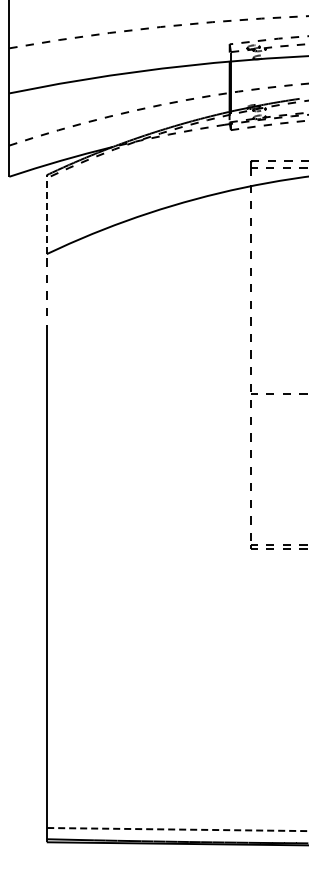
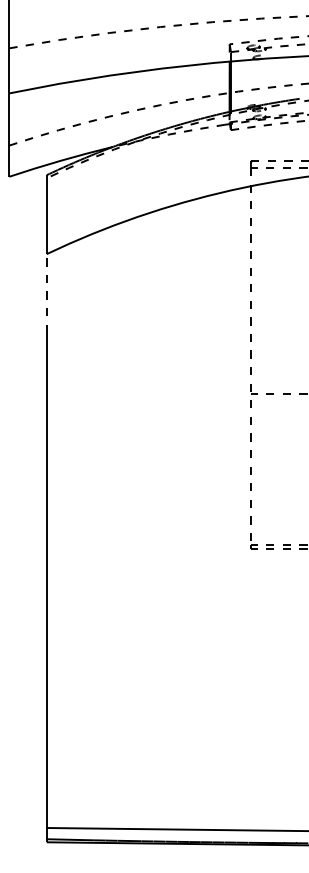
line at (46, 214): dashed -> solid
line at (177, 829): dashed -> solid
